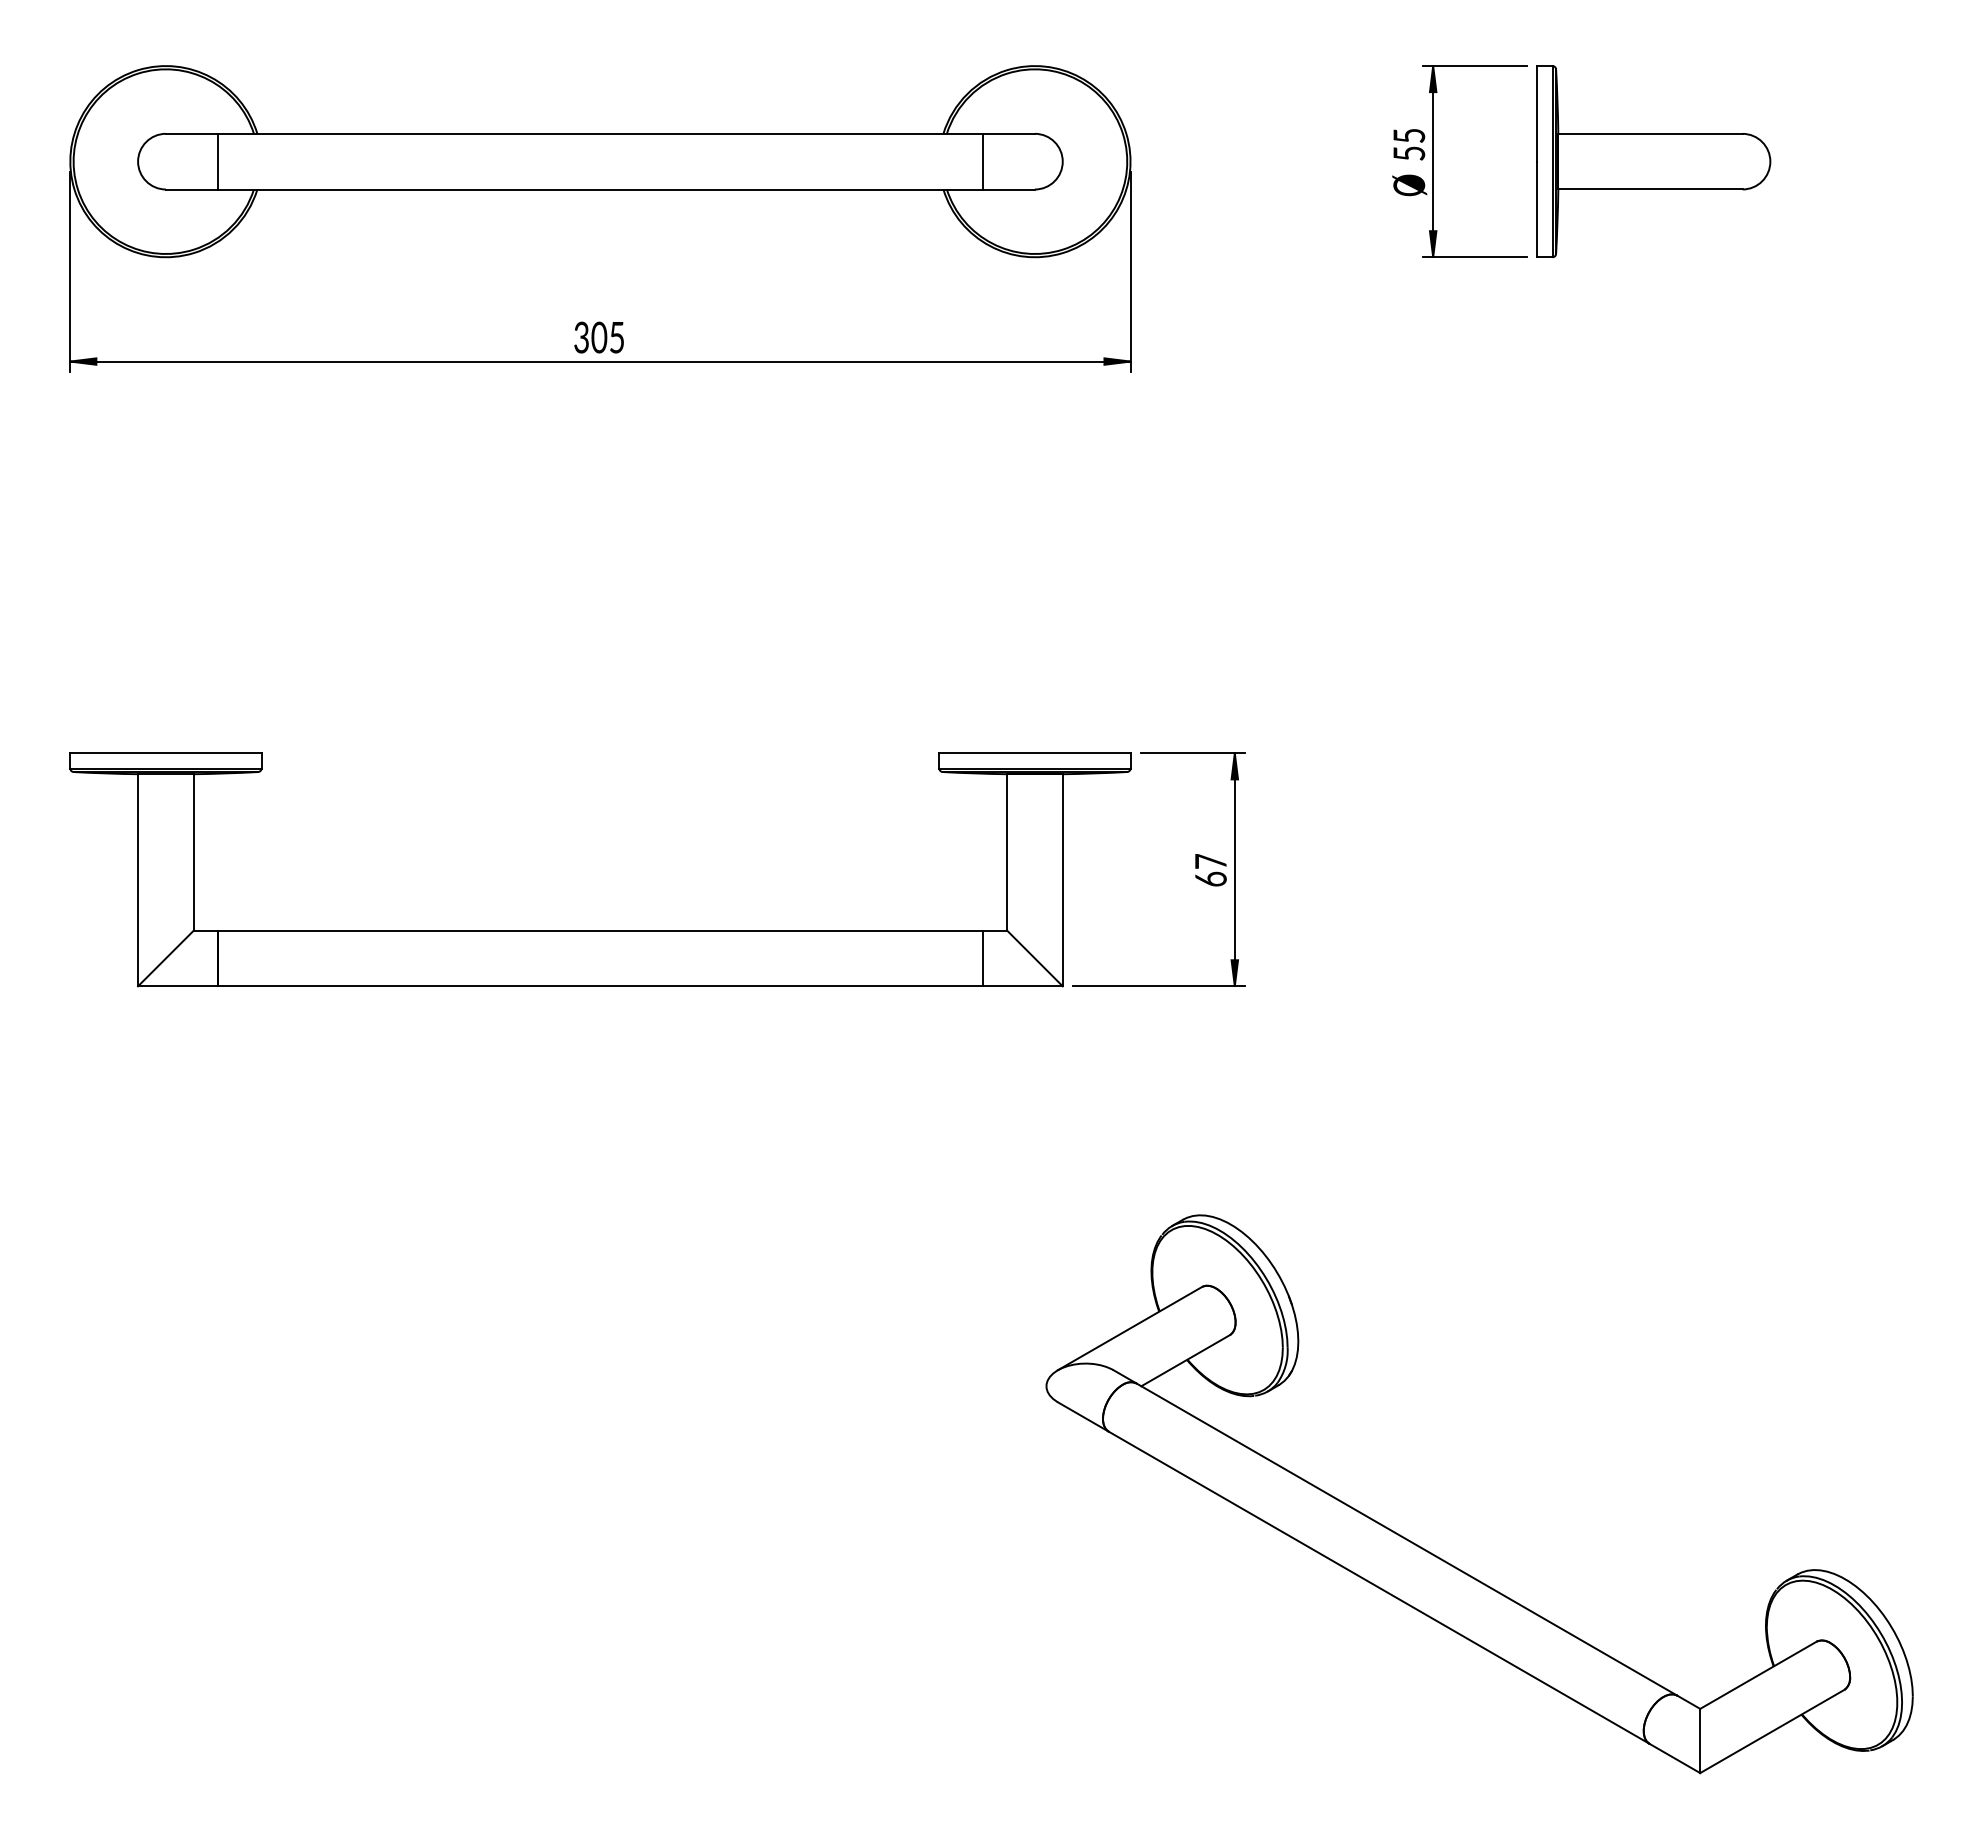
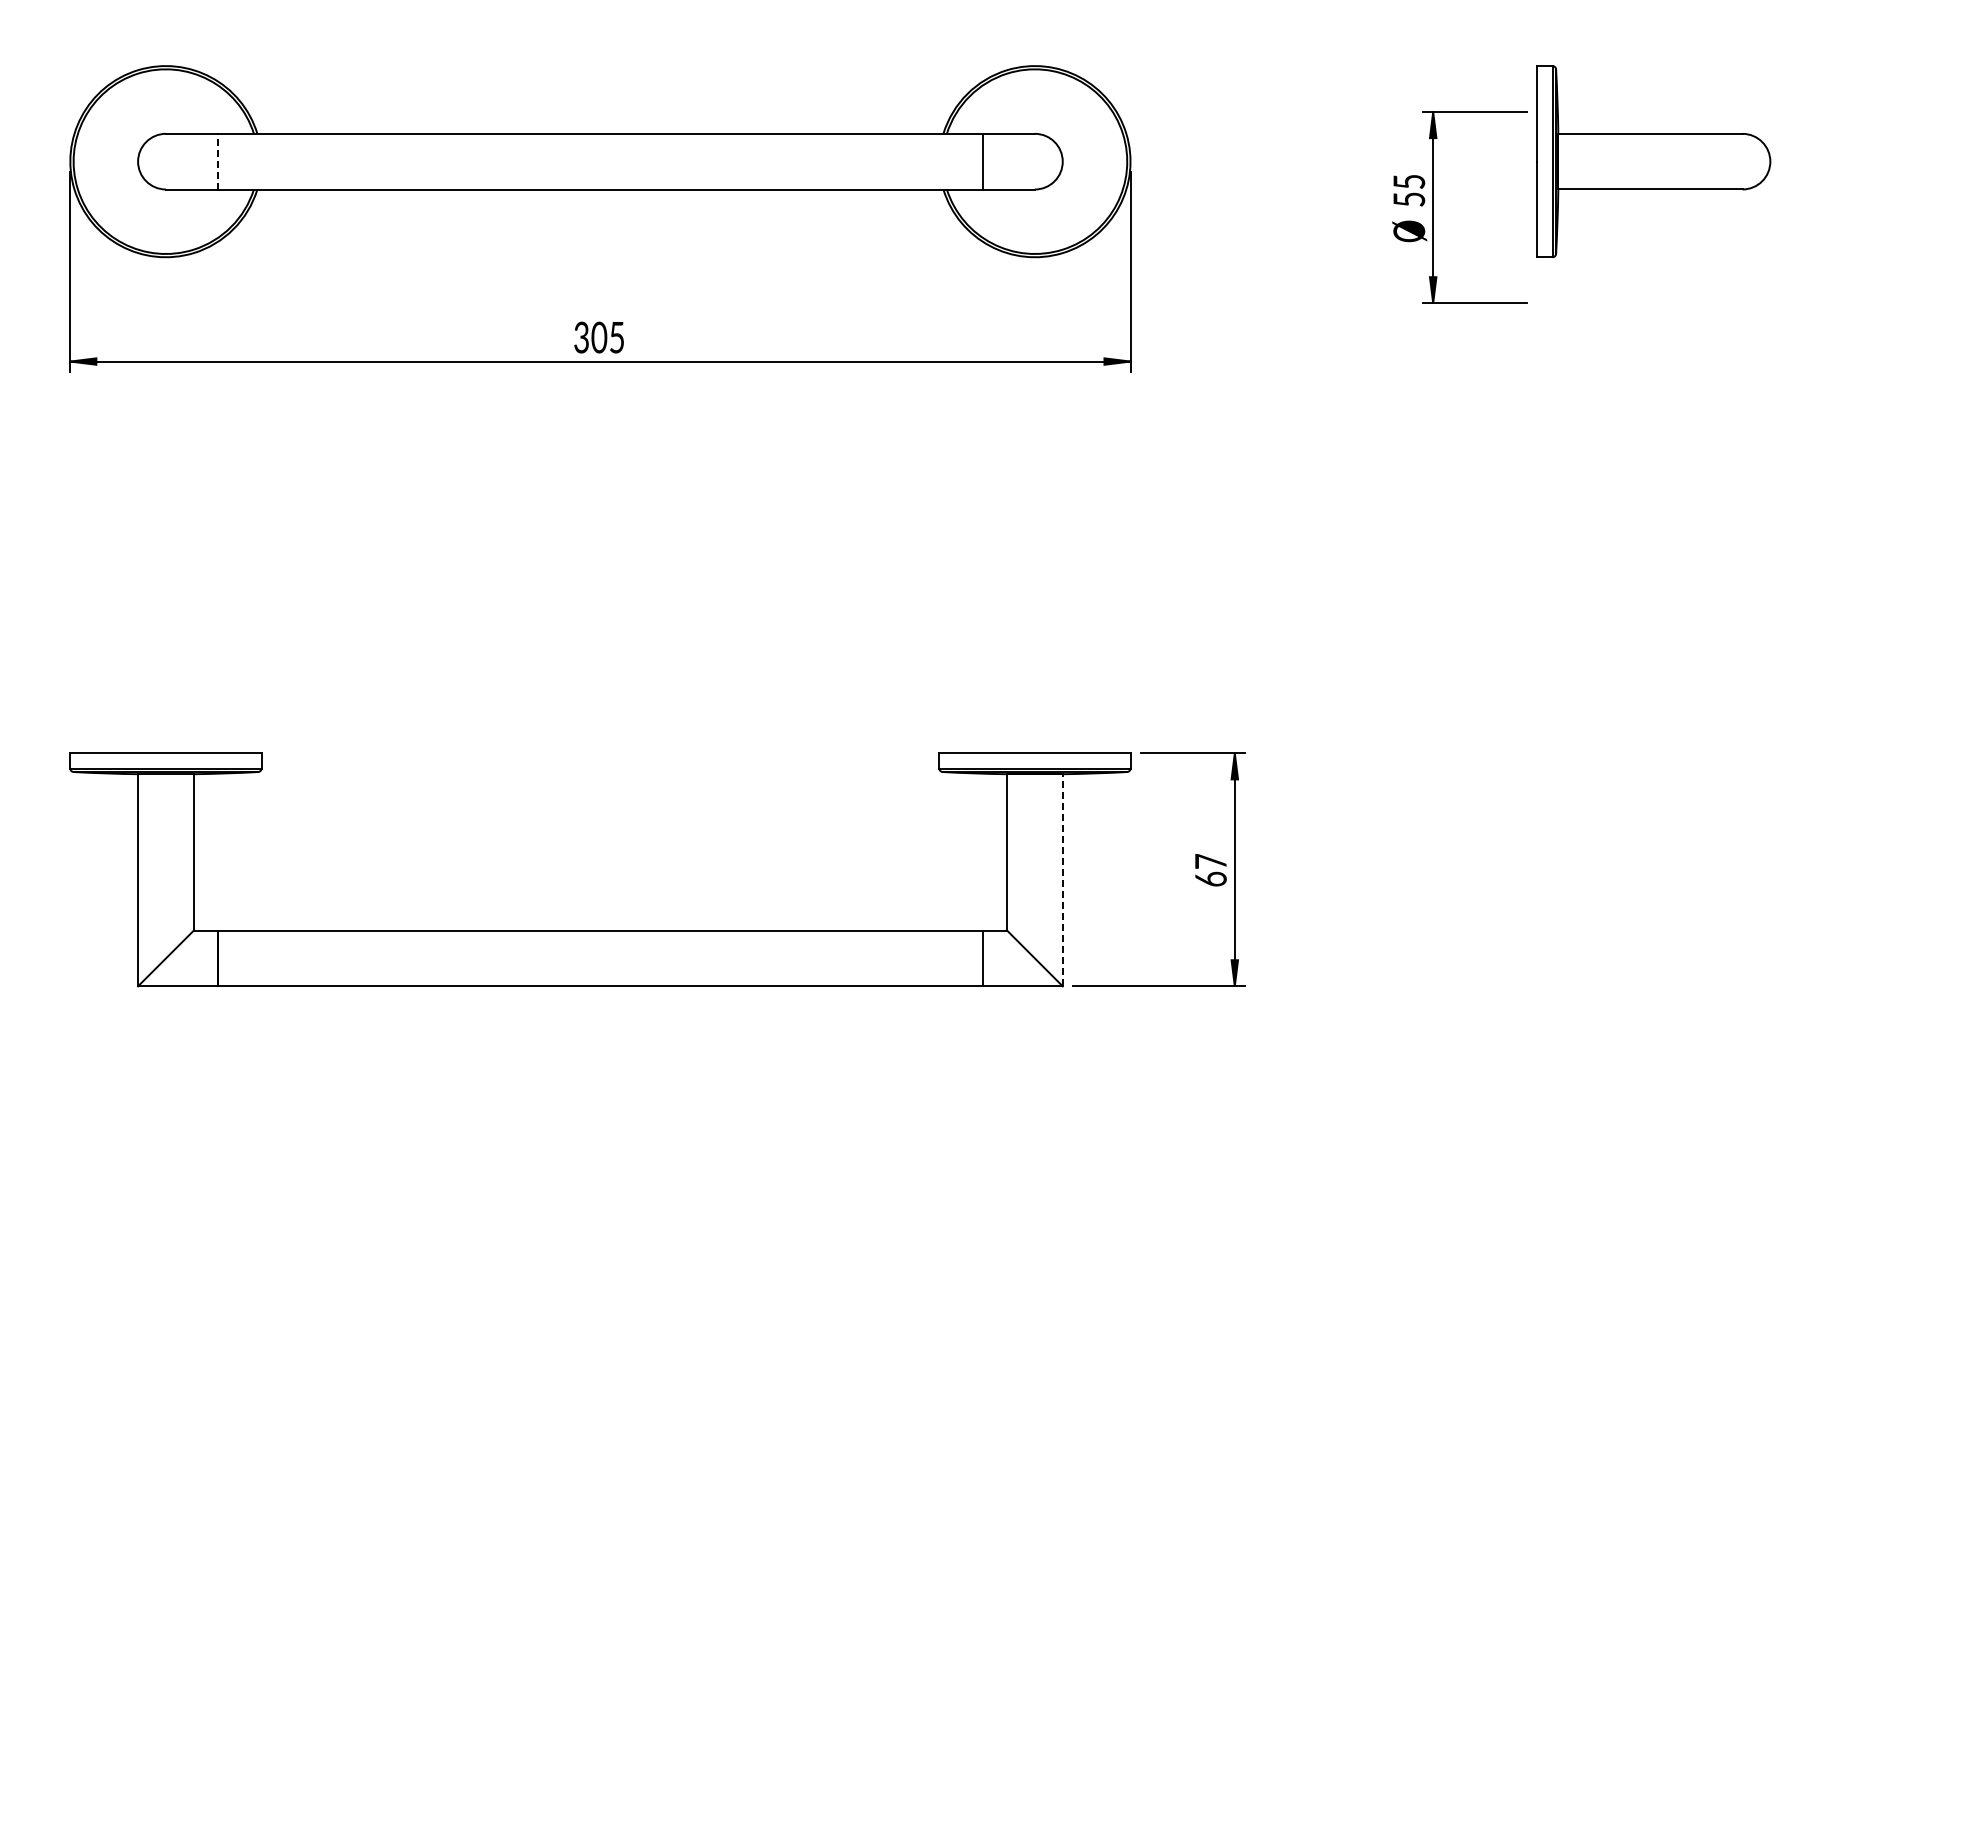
line at (218, 161): solid -> dashed
part at (1433, 161) position: (1433, 161) -> (1433, 207)
line at (1062, 879): solid -> dashed
part at (1440, 1557): present -> none
